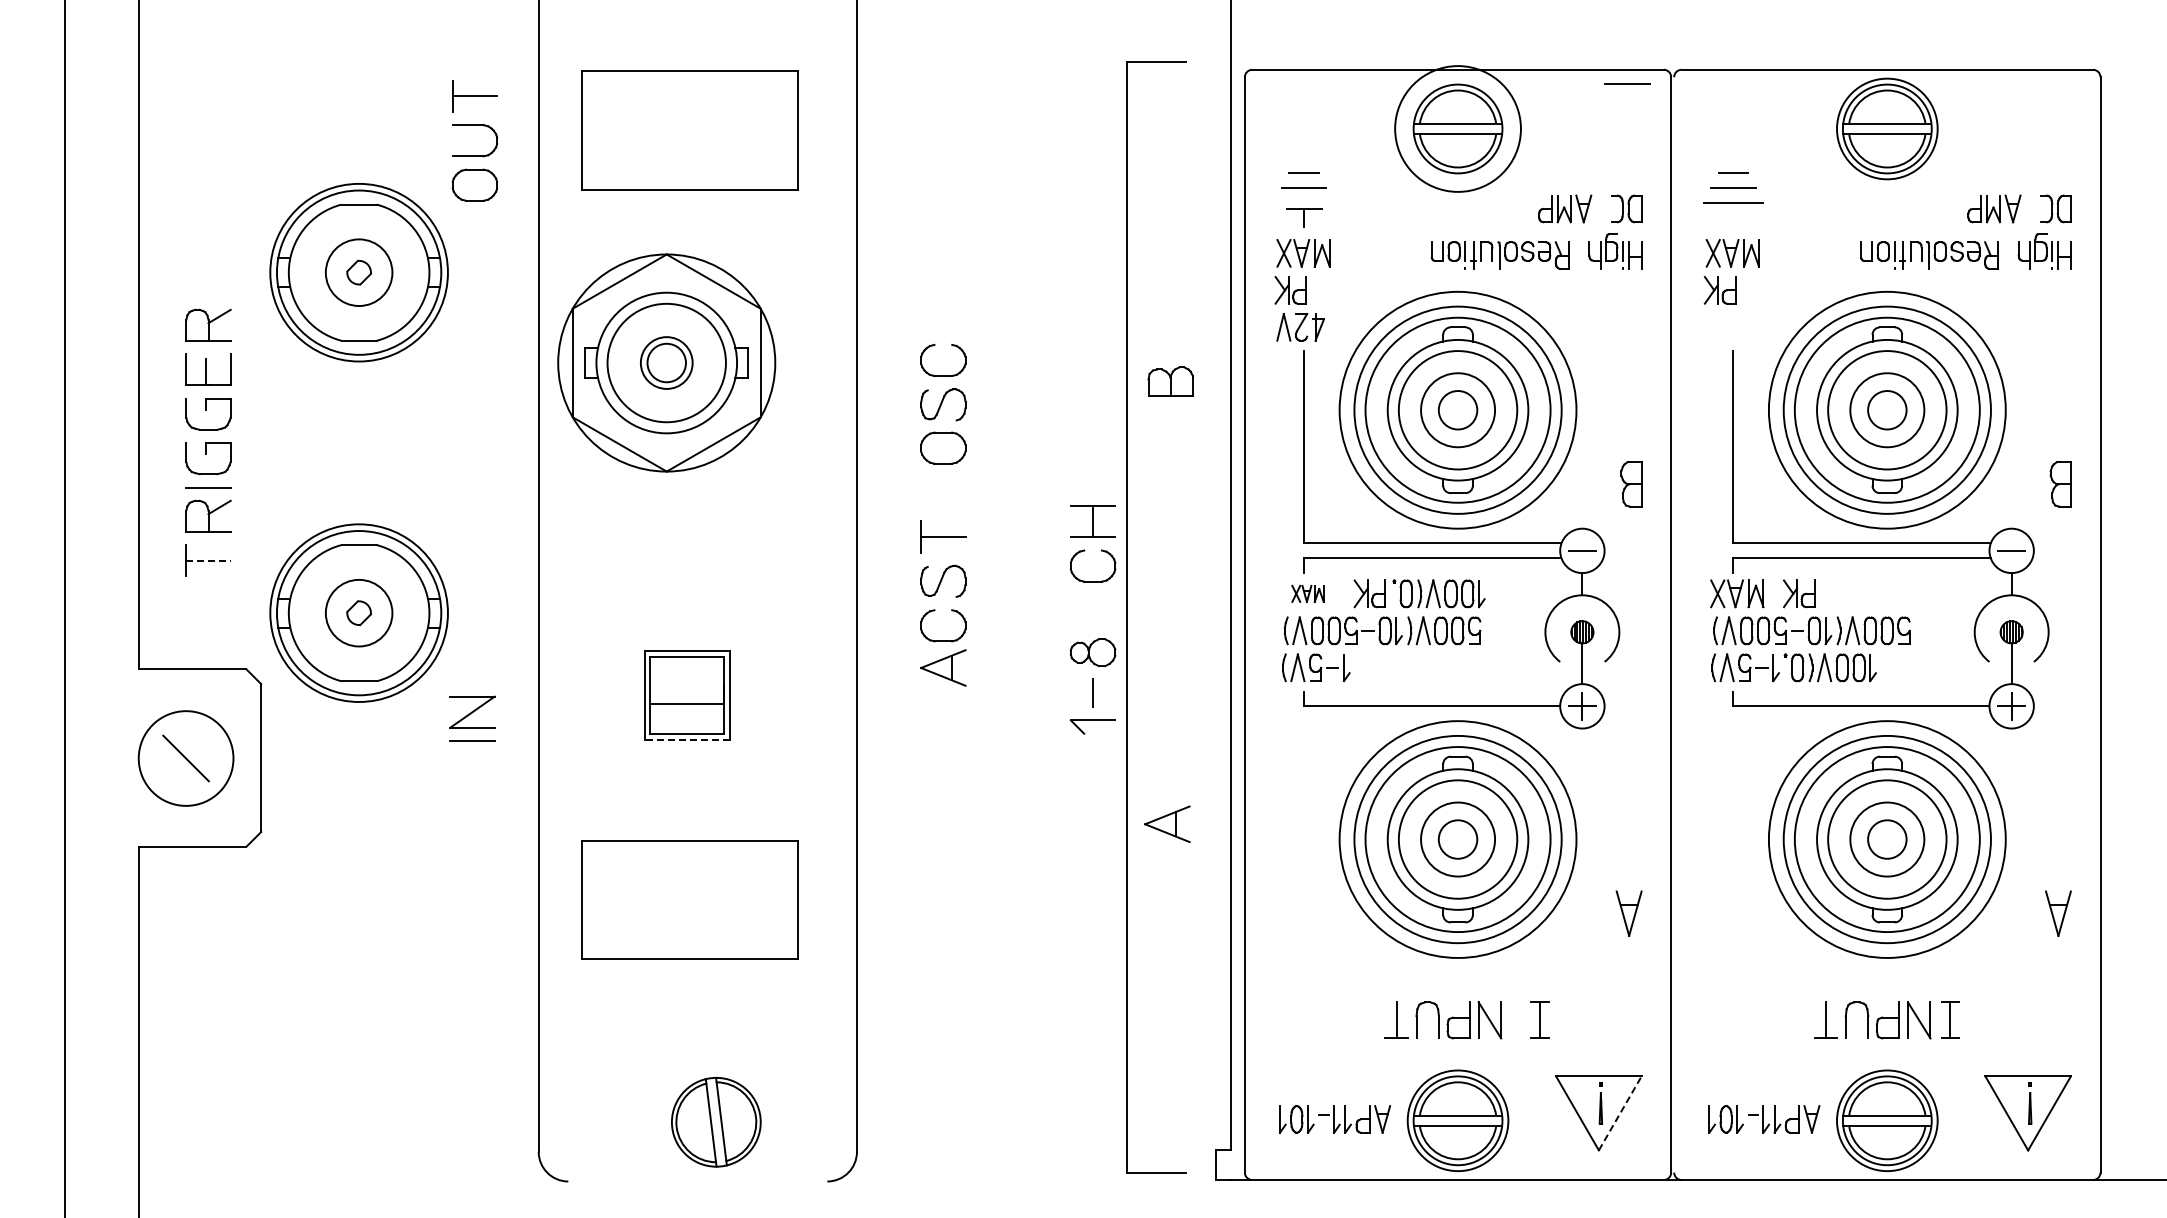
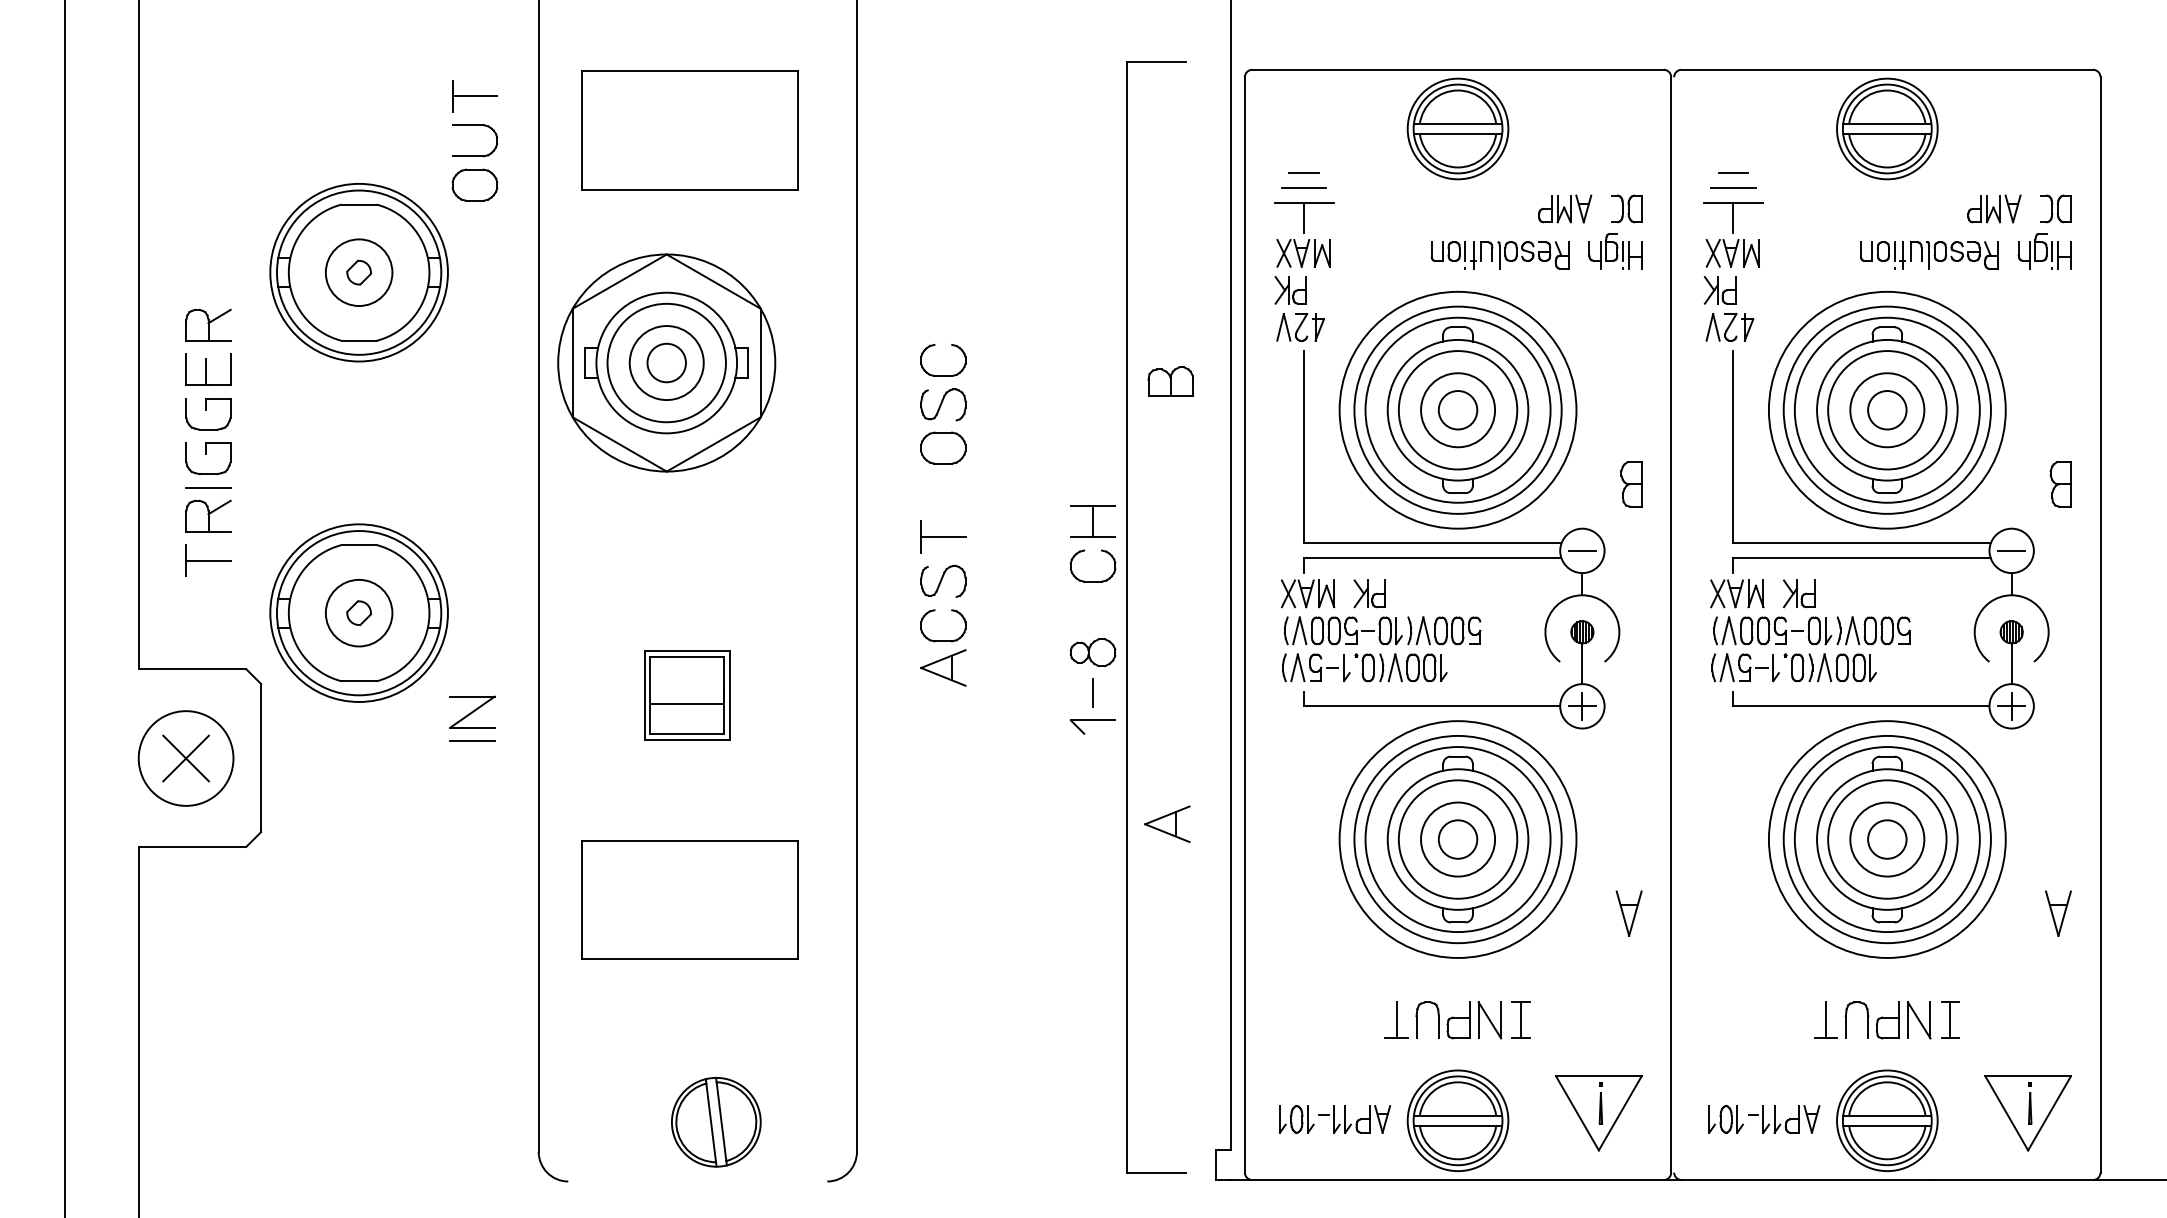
line at (1627, 83): present -> none
circle at (1457, 128) diameter: 126 px -> 101 px
part at (1304, 217) size: 37x20 px -> 61x32 px
line at (1733, 217): none -> present
part at (1729, 327): none -> present
circle at (666, 362) diameter: 52 px -> 74 px
line at (209, 560): dashed -> solid
part at (1307, 593) size: 34x19 px -> 56x30 px
part at (1438, 593) position: (1438, 593) -> (1400, 667)
line at (687, 739): dashed -> solid
line at (185, 758): none -> present
part at (1539, 1019) position: (1539, 1019) -> (1520, 1019)
line at (1620, 1113): dashed -> solid
